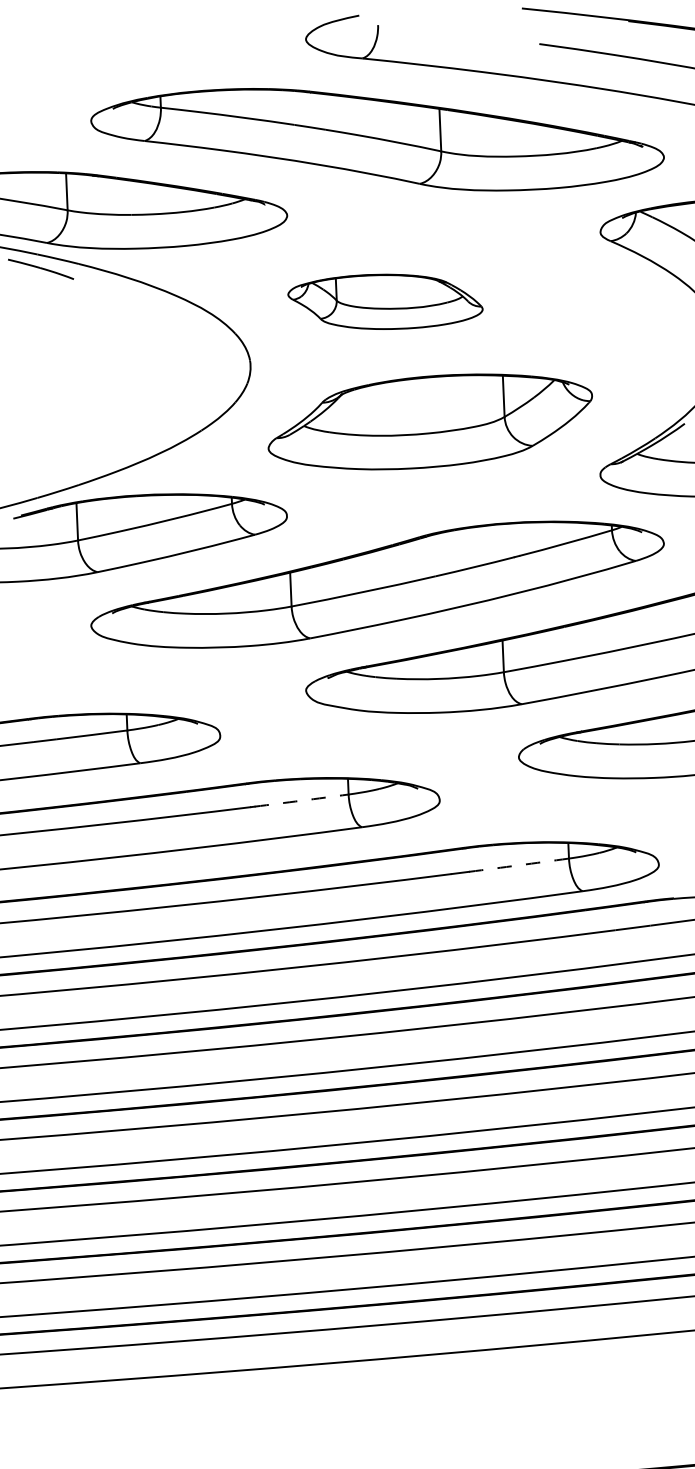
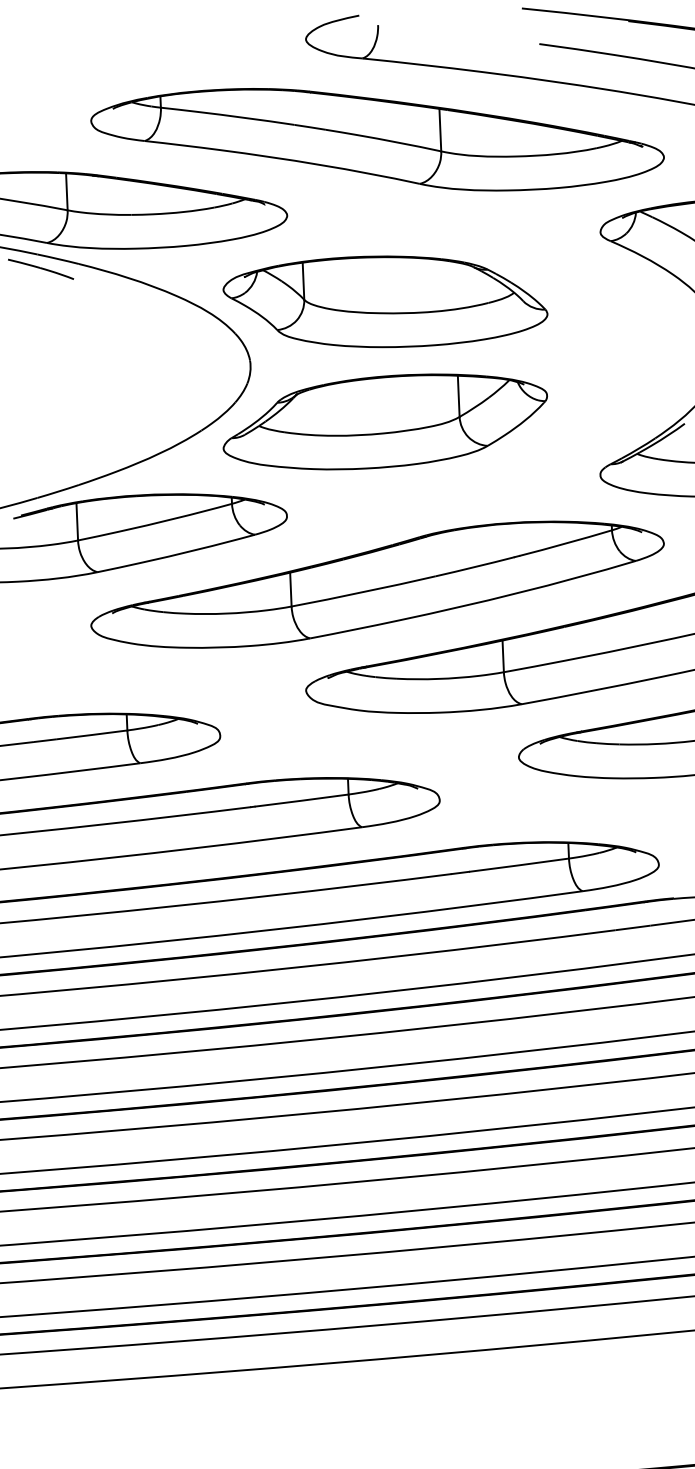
part at (385, 301) size: 197x57 px -> 327x94 px
part at (429, 421) position: (429, 421) -> (384, 421)
arc at (301, 800): dashed -> solid
arc at (519, 865): dashed -> solid
